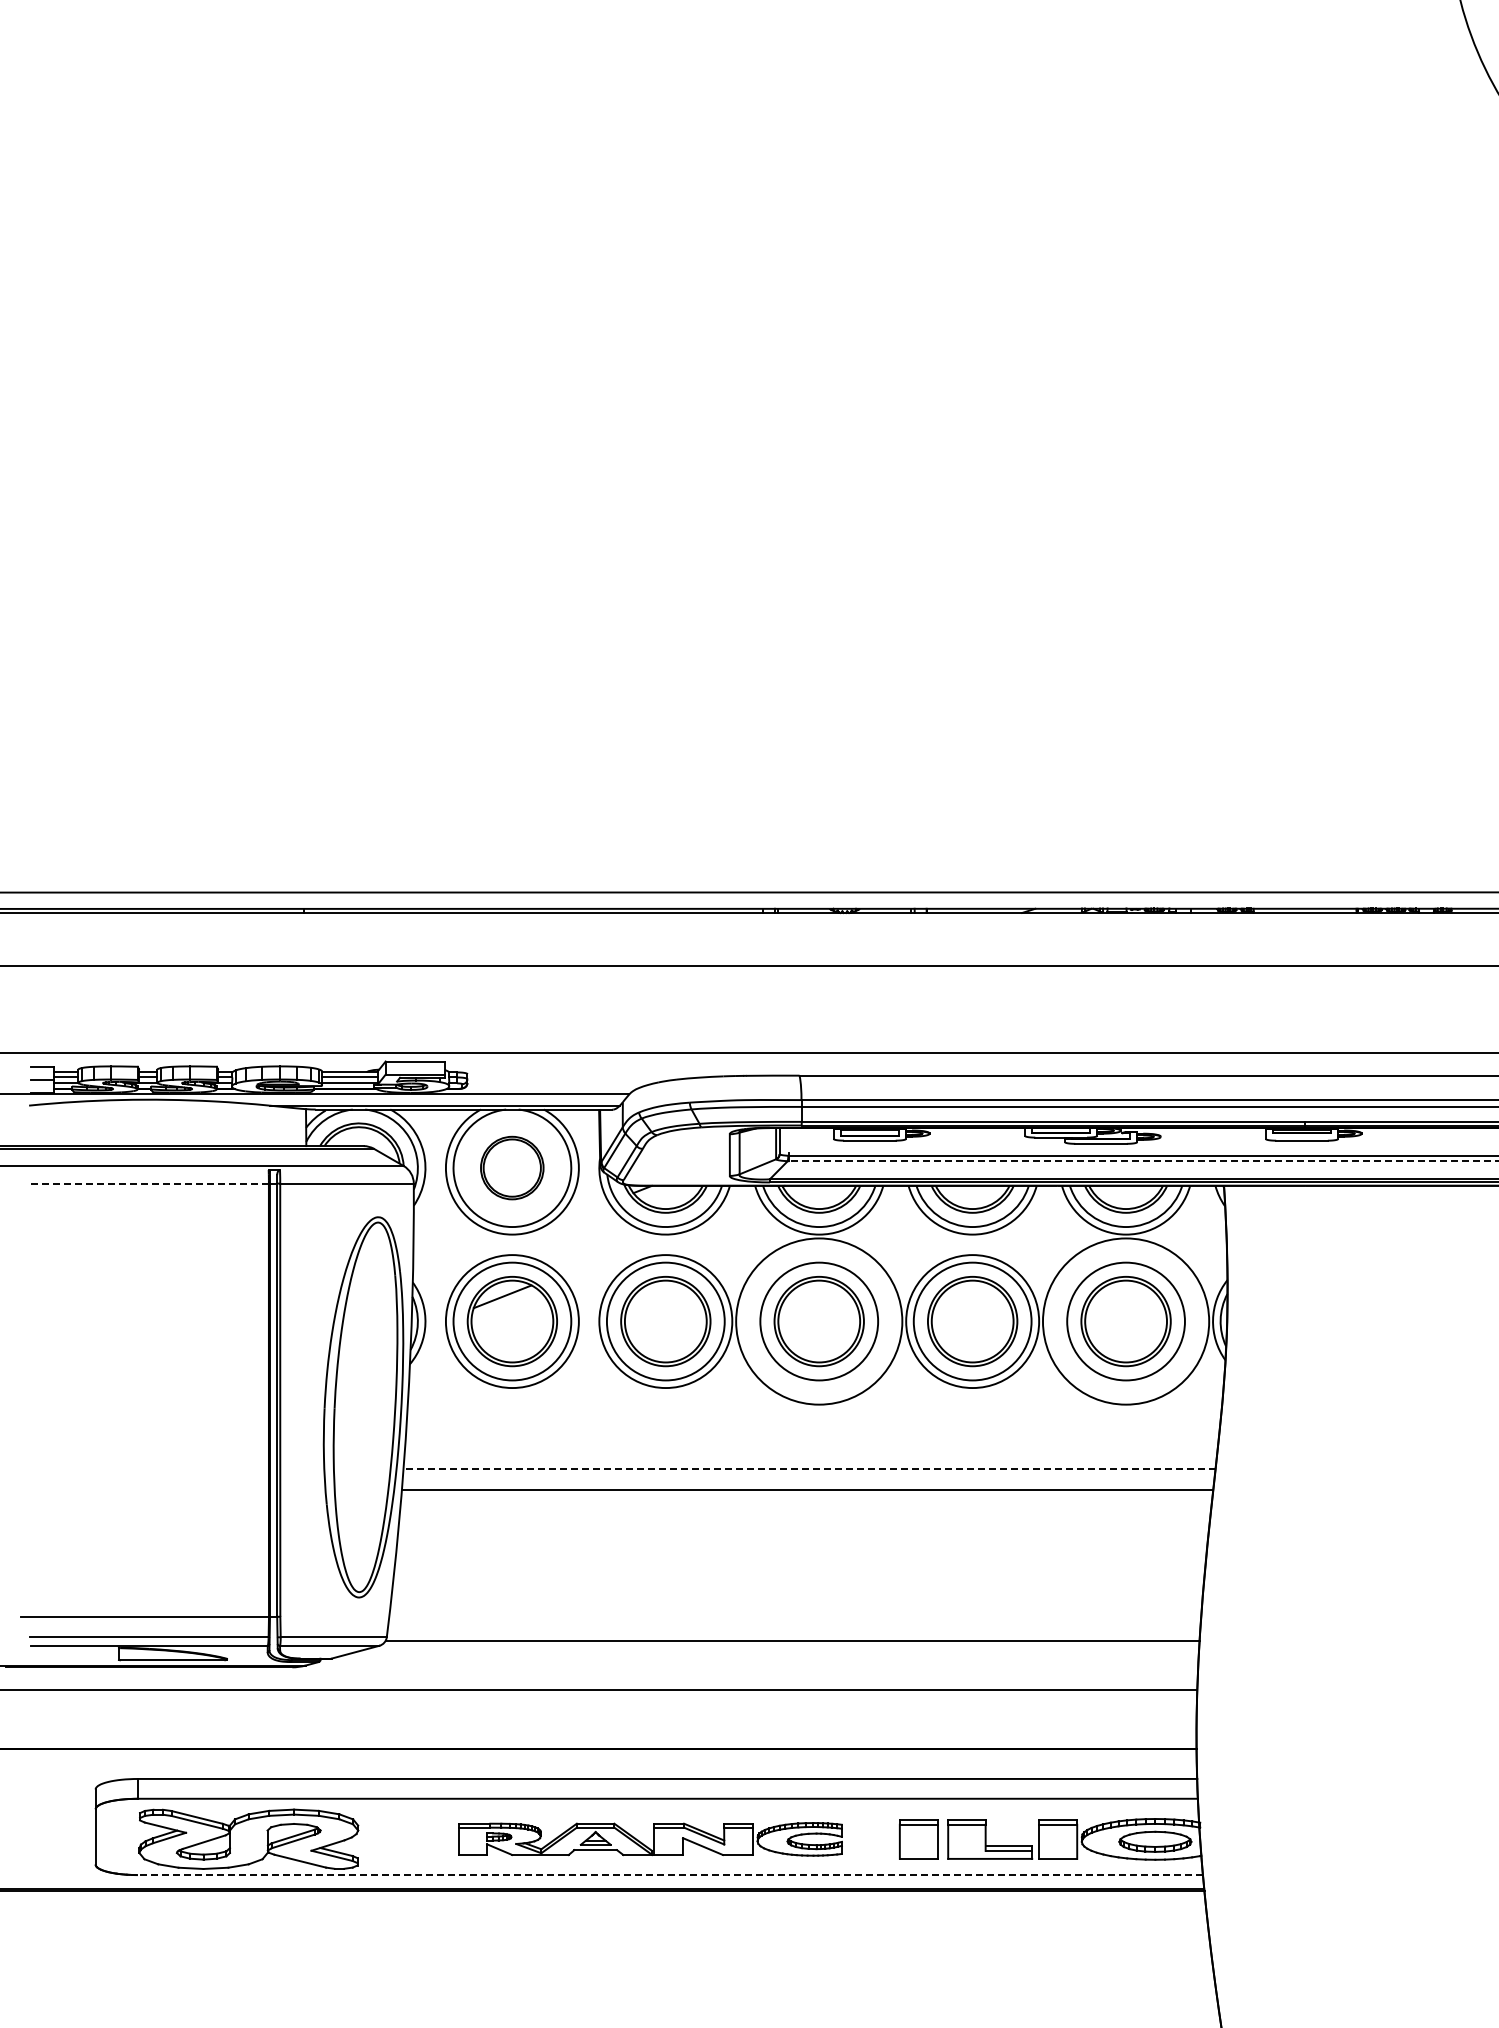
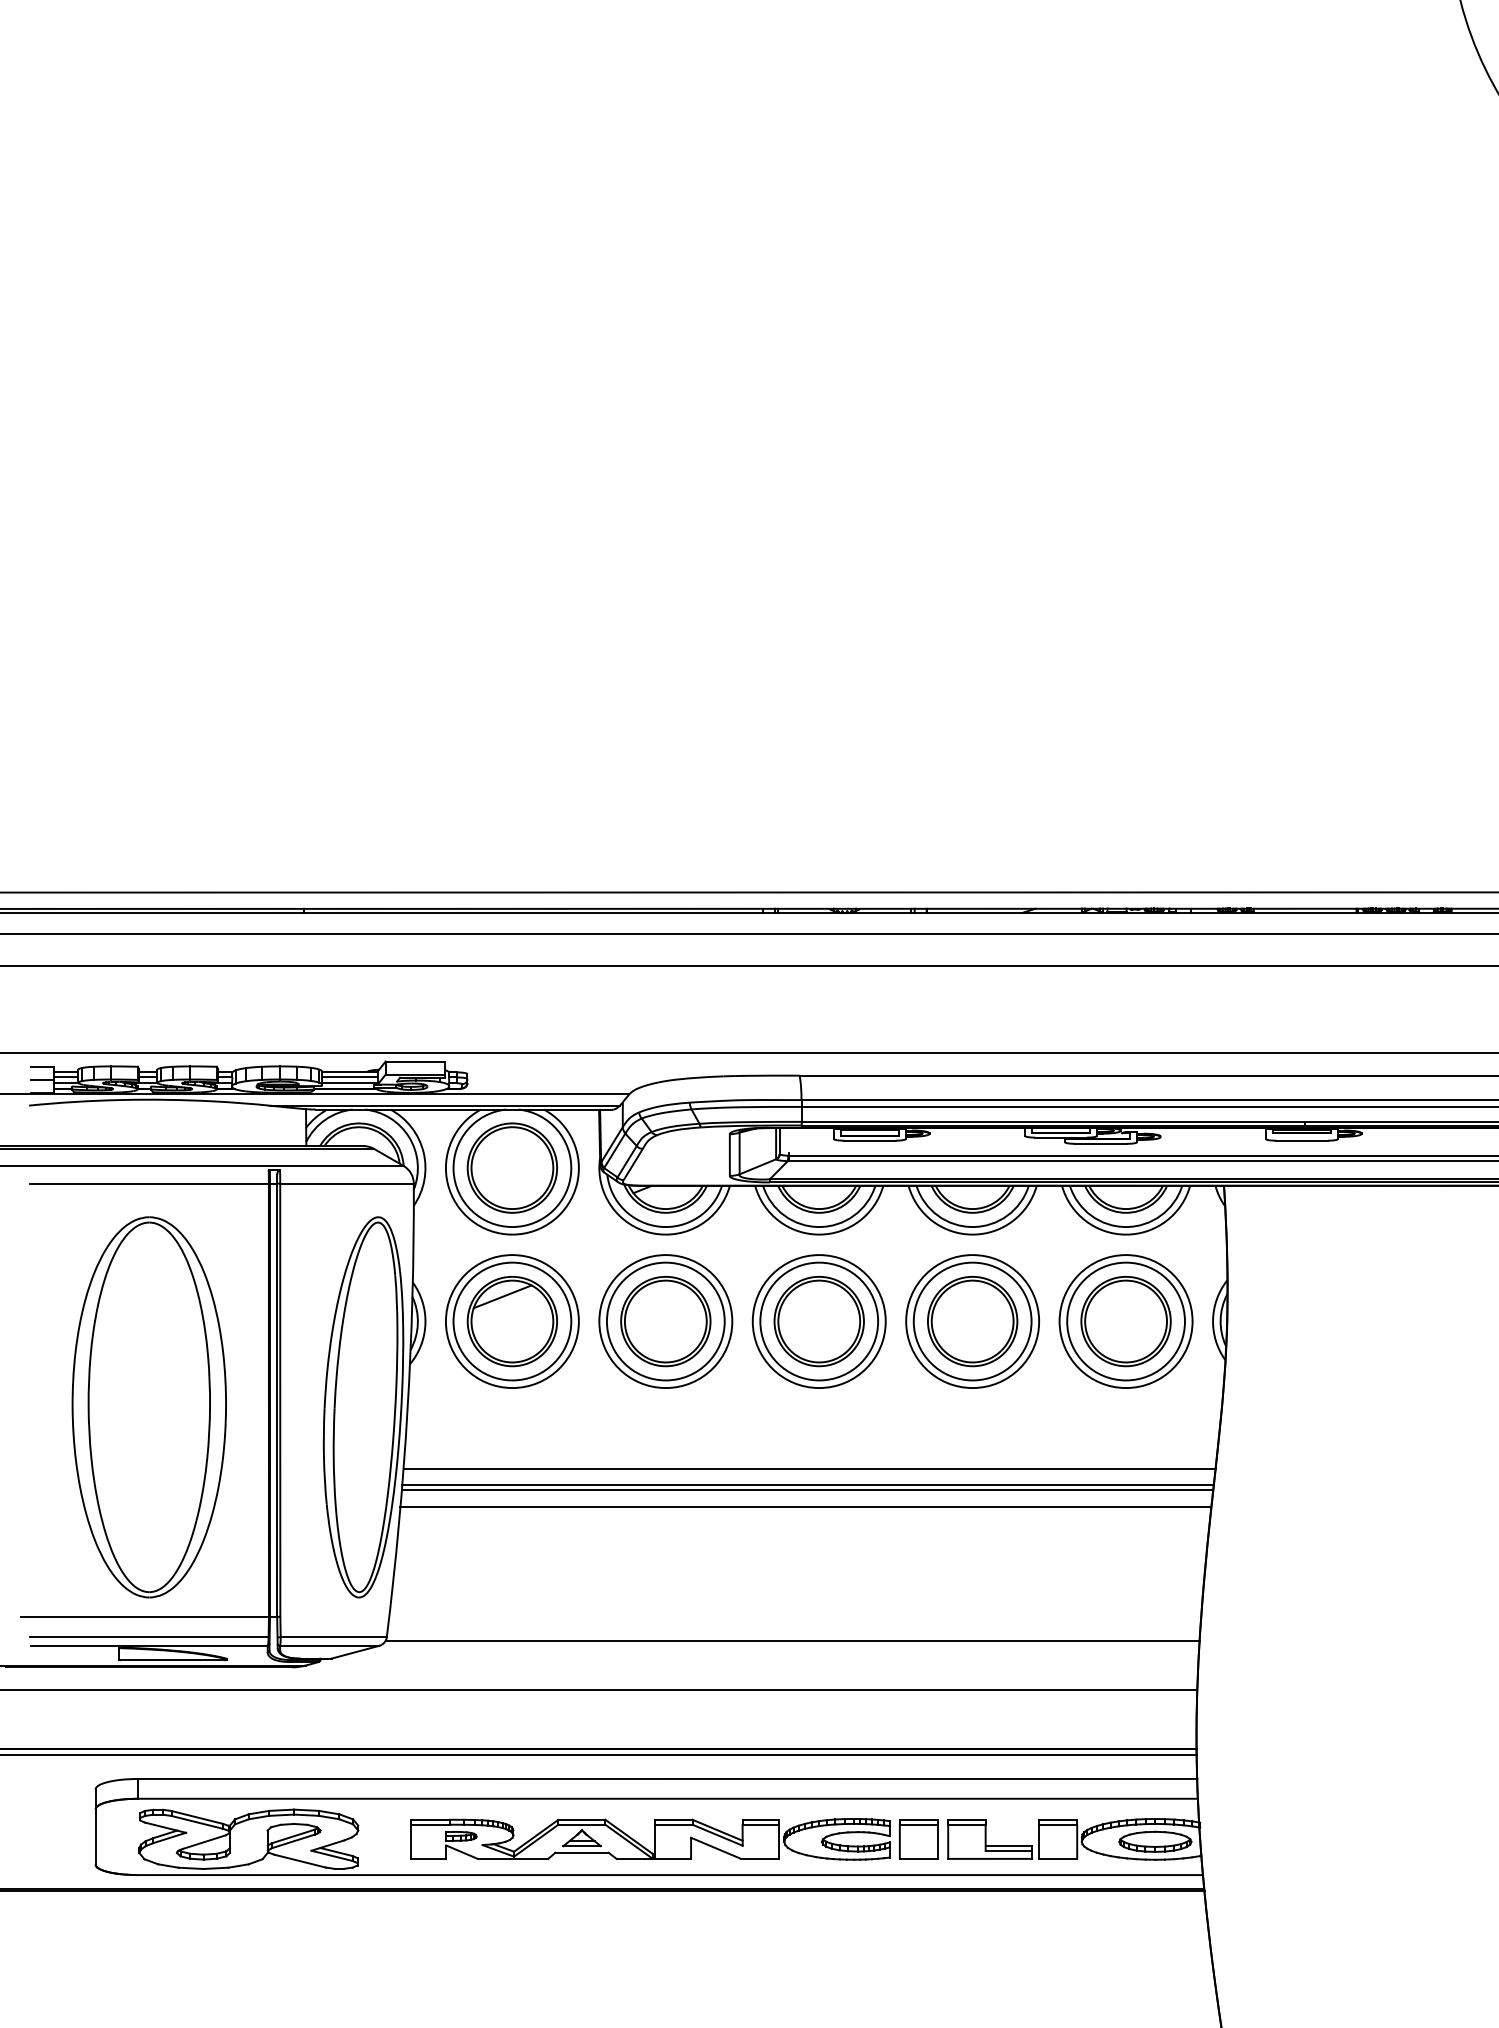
line at (748, 933): none -> present
line at (1144, 1161): dashed -> solid
part at (512, 1167) size: 65x66 px -> 92x92 px
line at (149, 1183): dashed -> solid
circle at (819, 1321) diameter: 166 px -> 133 px
circle at (1125, 1321) diameter: 166 px -> 133 px
part at (148, 1407): none -> present
line at (809, 1468): dashed -> solid
line at (807, 1485): none -> present
line at (805, 1506): none -> present
line at (599, 1755): none -> present
part at (650, 1839) size: 385x35 px -> 481x43 px
line at (670, 1875): dashed -> solid
